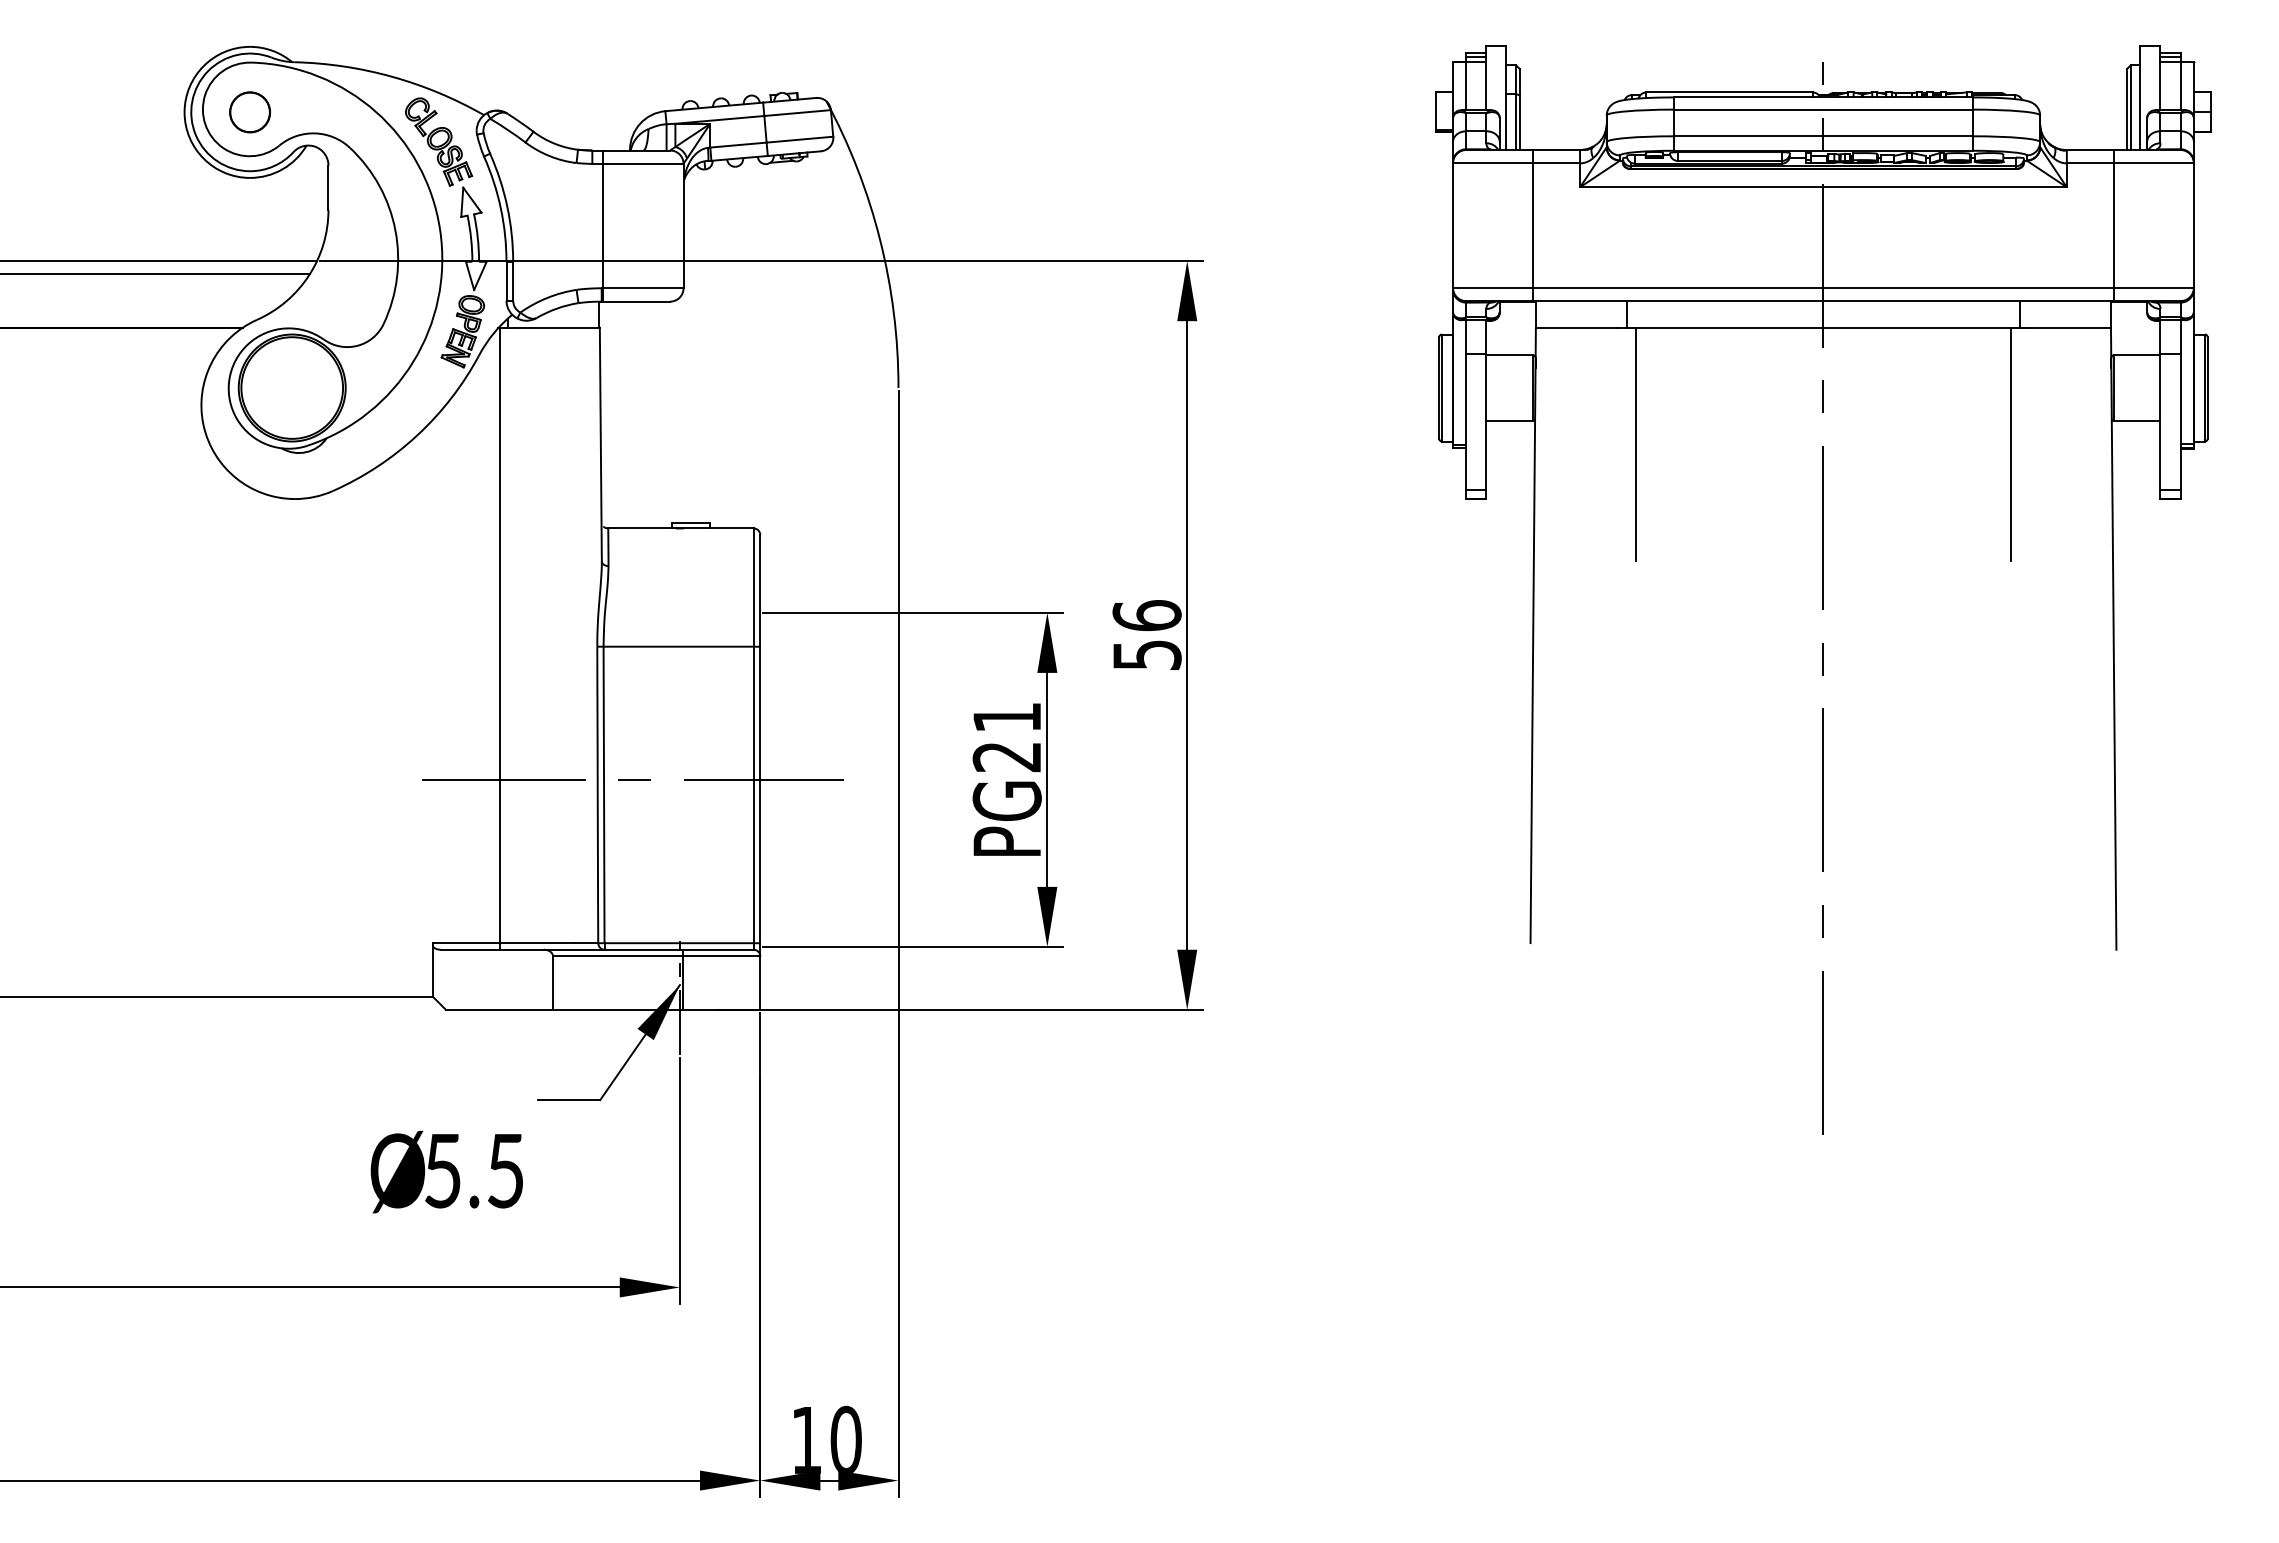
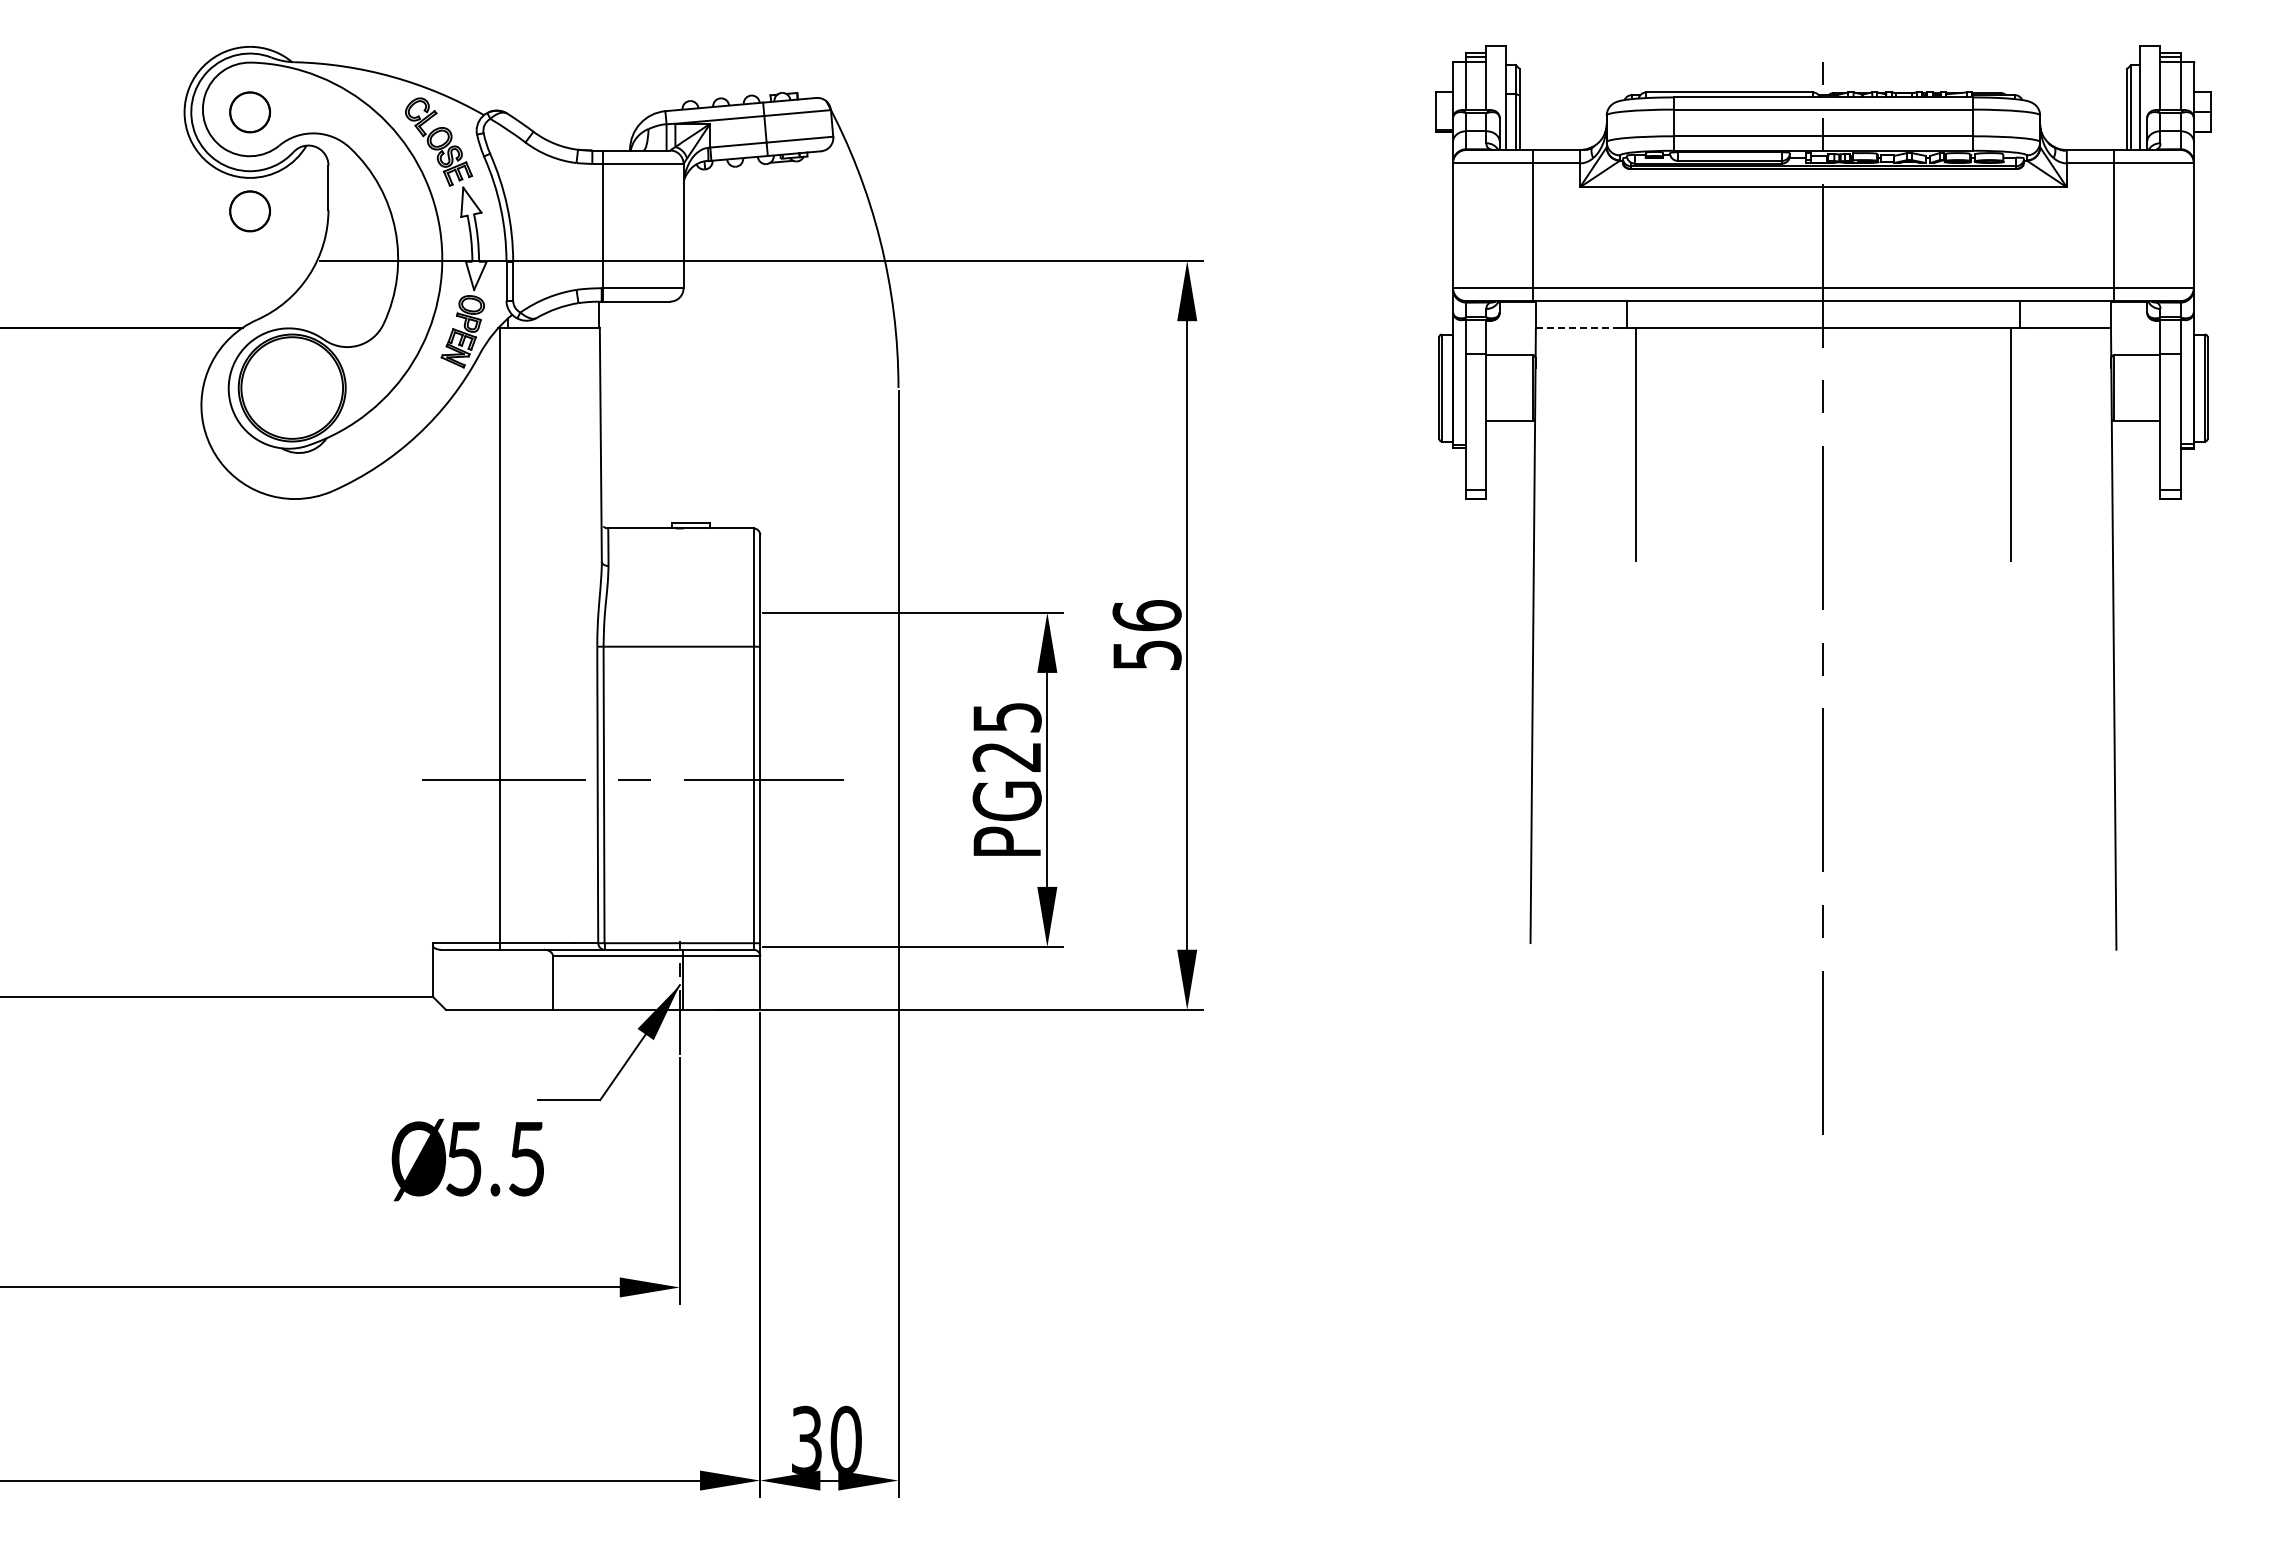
part at (250, 211): none -> present
line at (159, 260): present -> none
line at (155, 274): present -> none
line at (1576, 327): solid -> dashed
text at (1007, 717): PG21 -> PG25
text at (446, 1171) position: (446, 1171) -> (467, 1159)
text at (806, 1439): 10 -> 30
